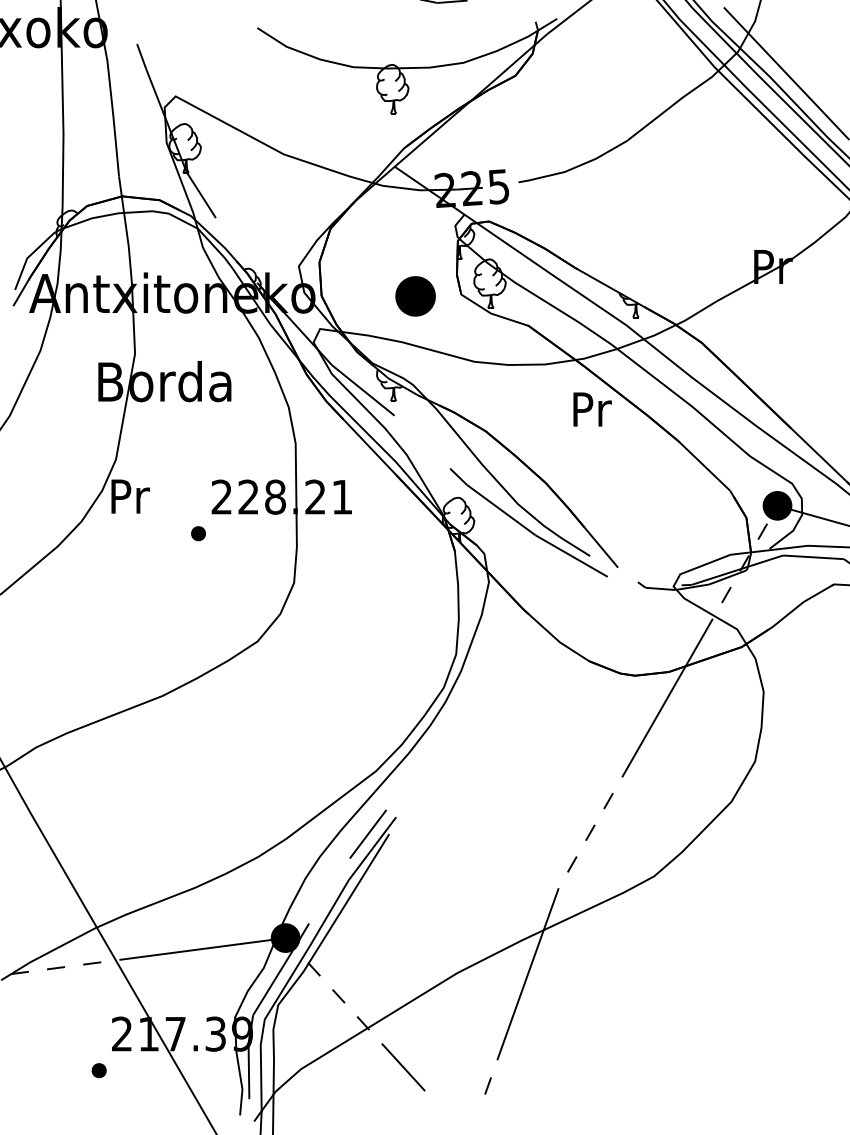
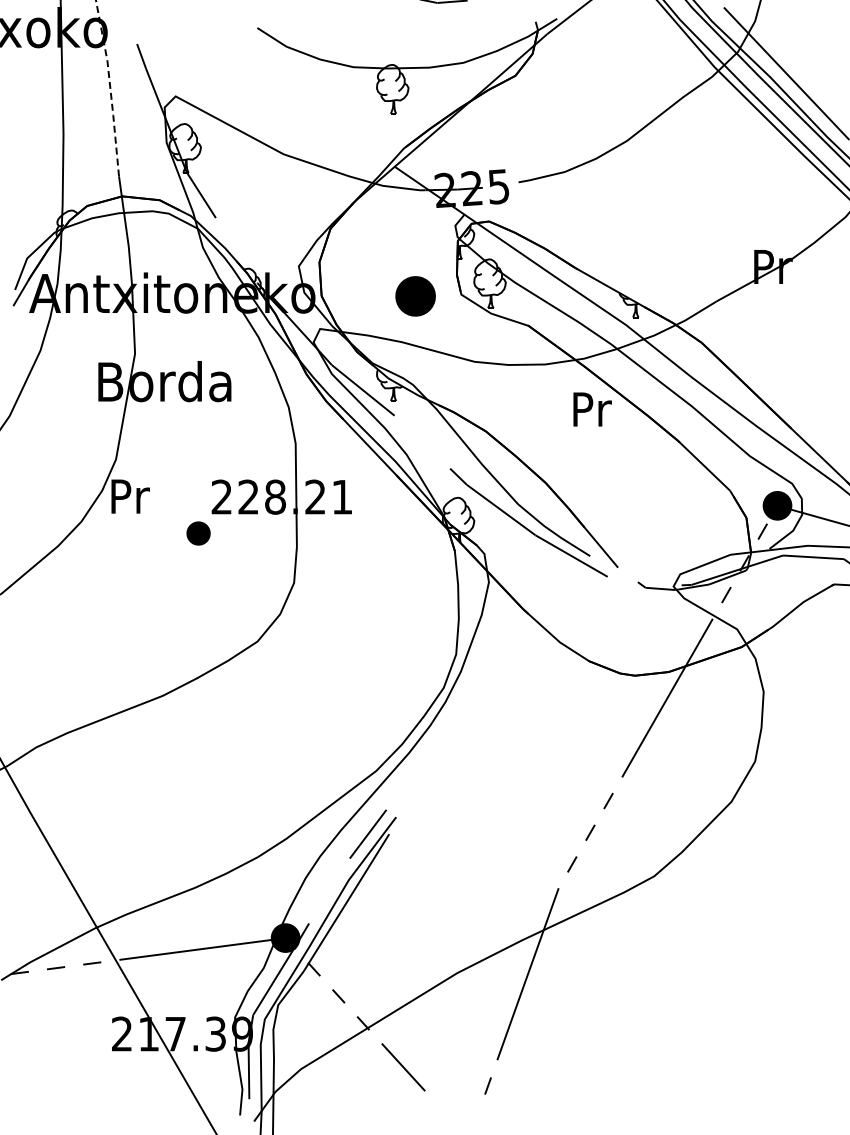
line at (110, 88): solid -> dashed
part at (198, 533) size: 15x16 px -> 25x25 px
part at (98, 1070): present -> none
